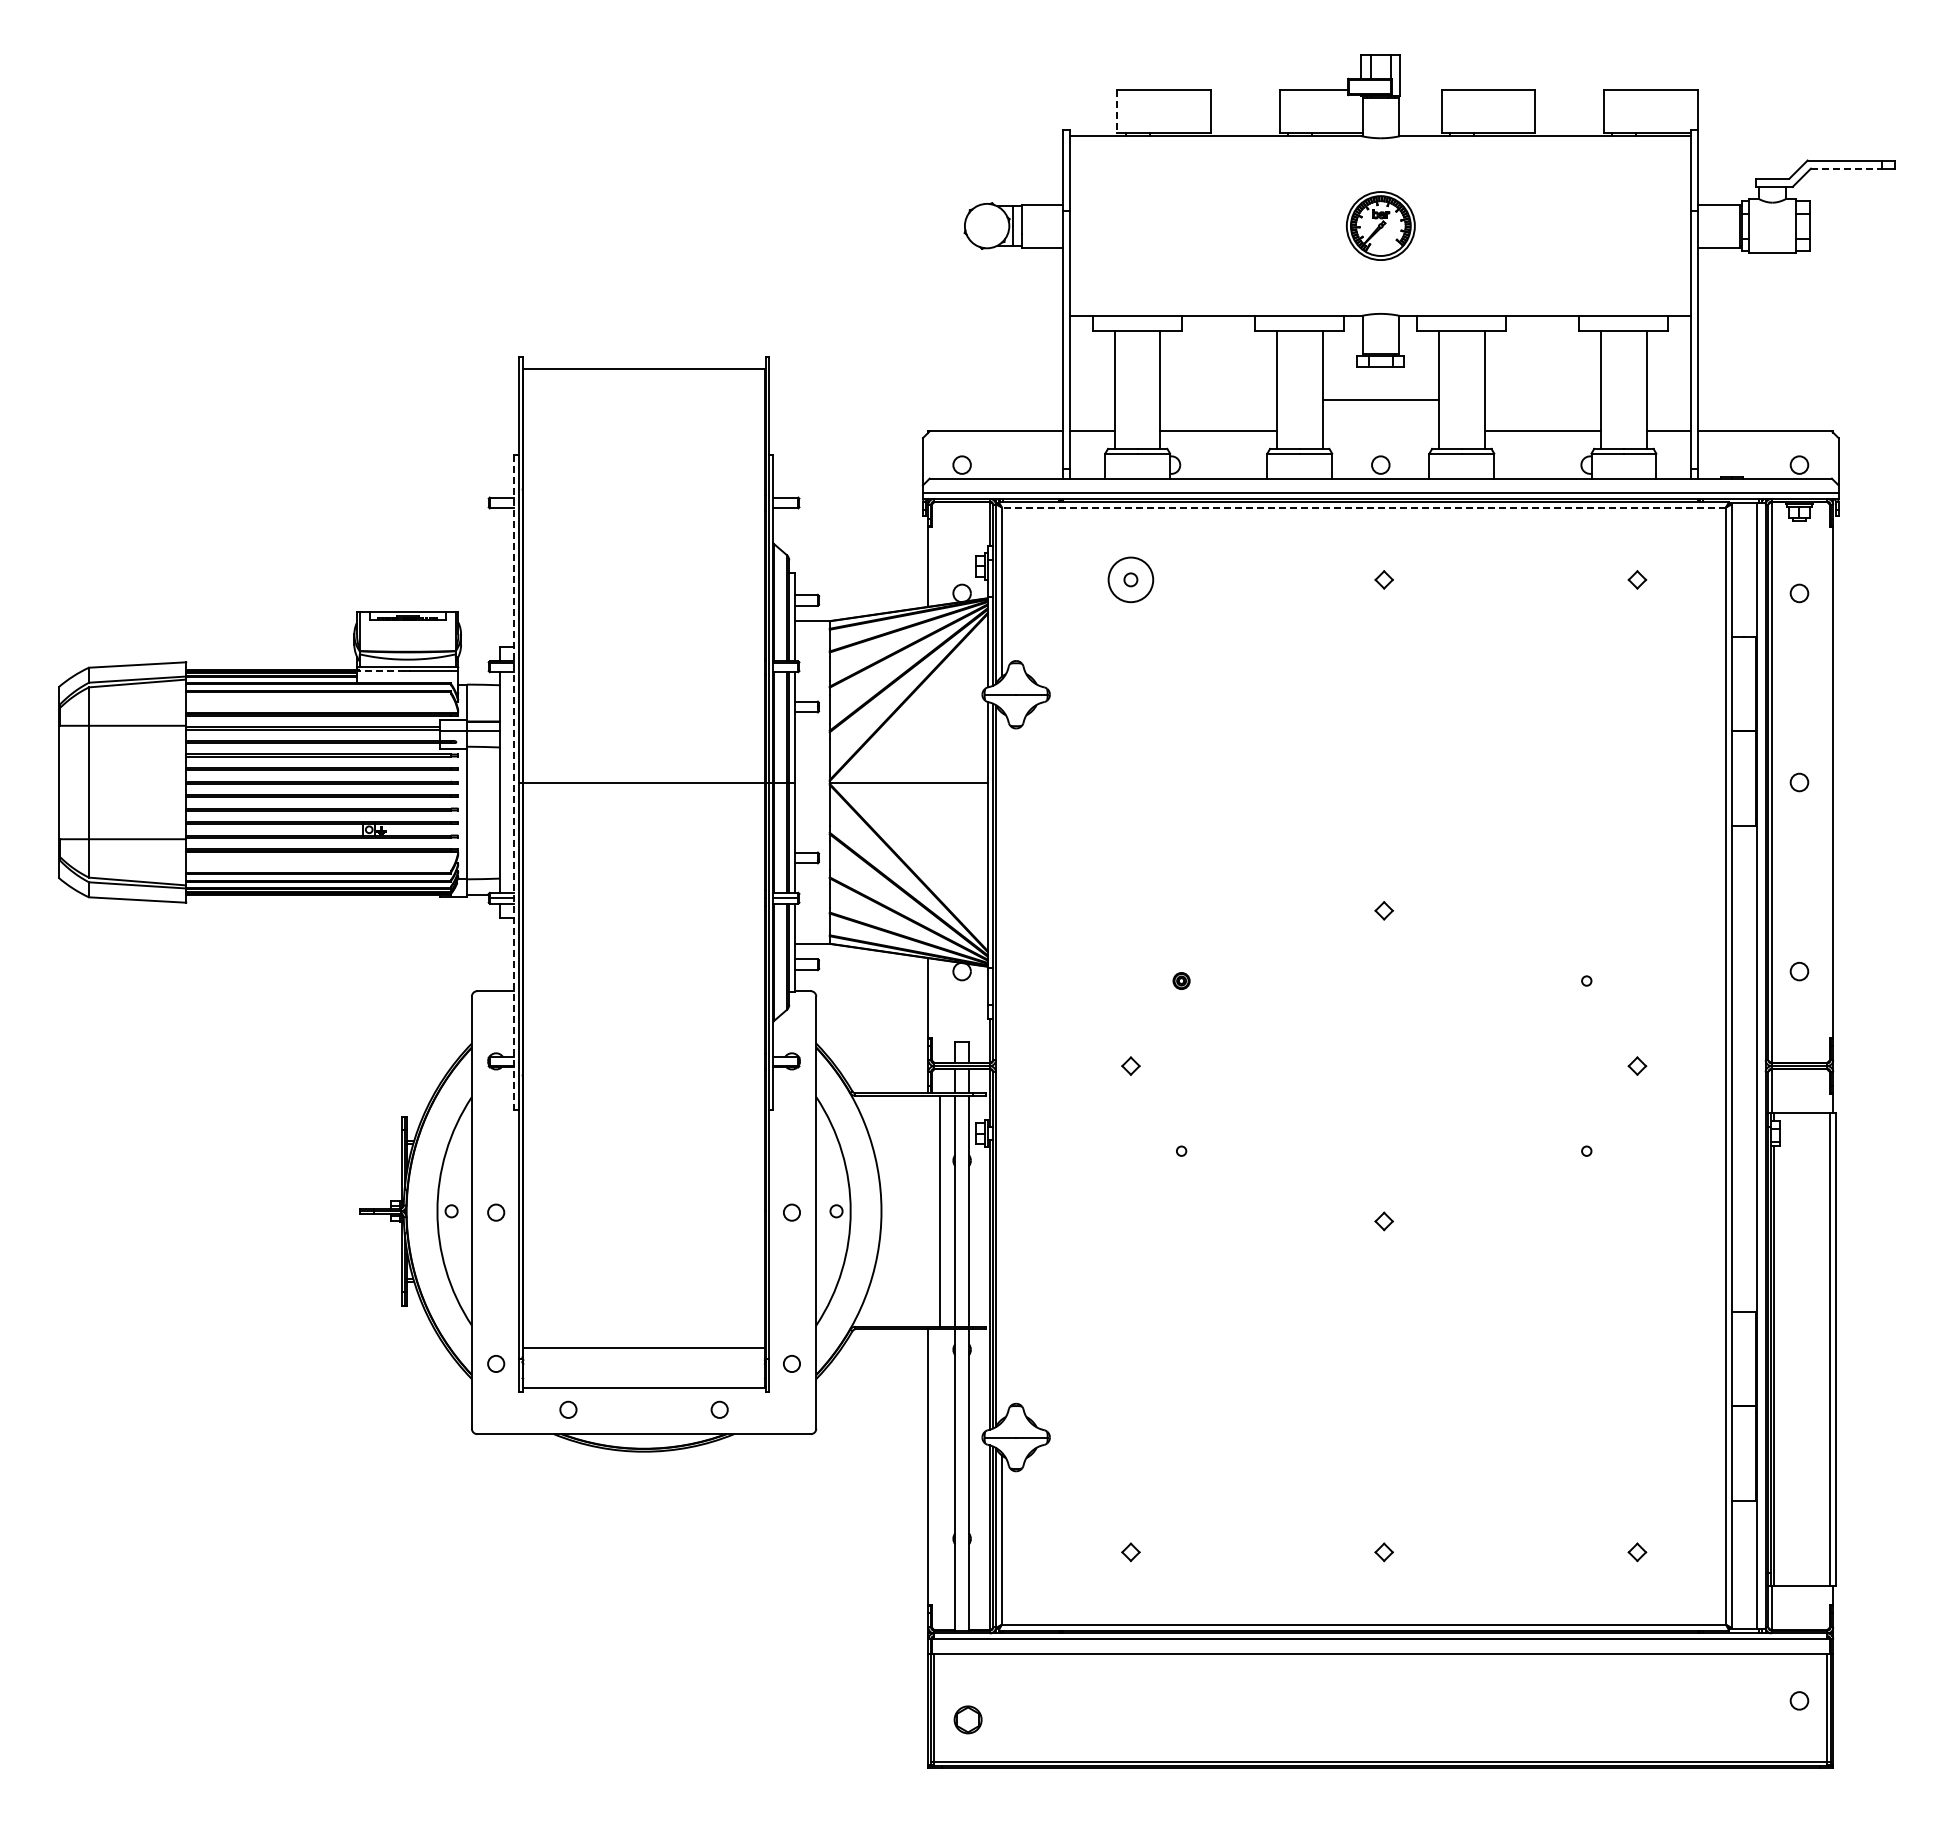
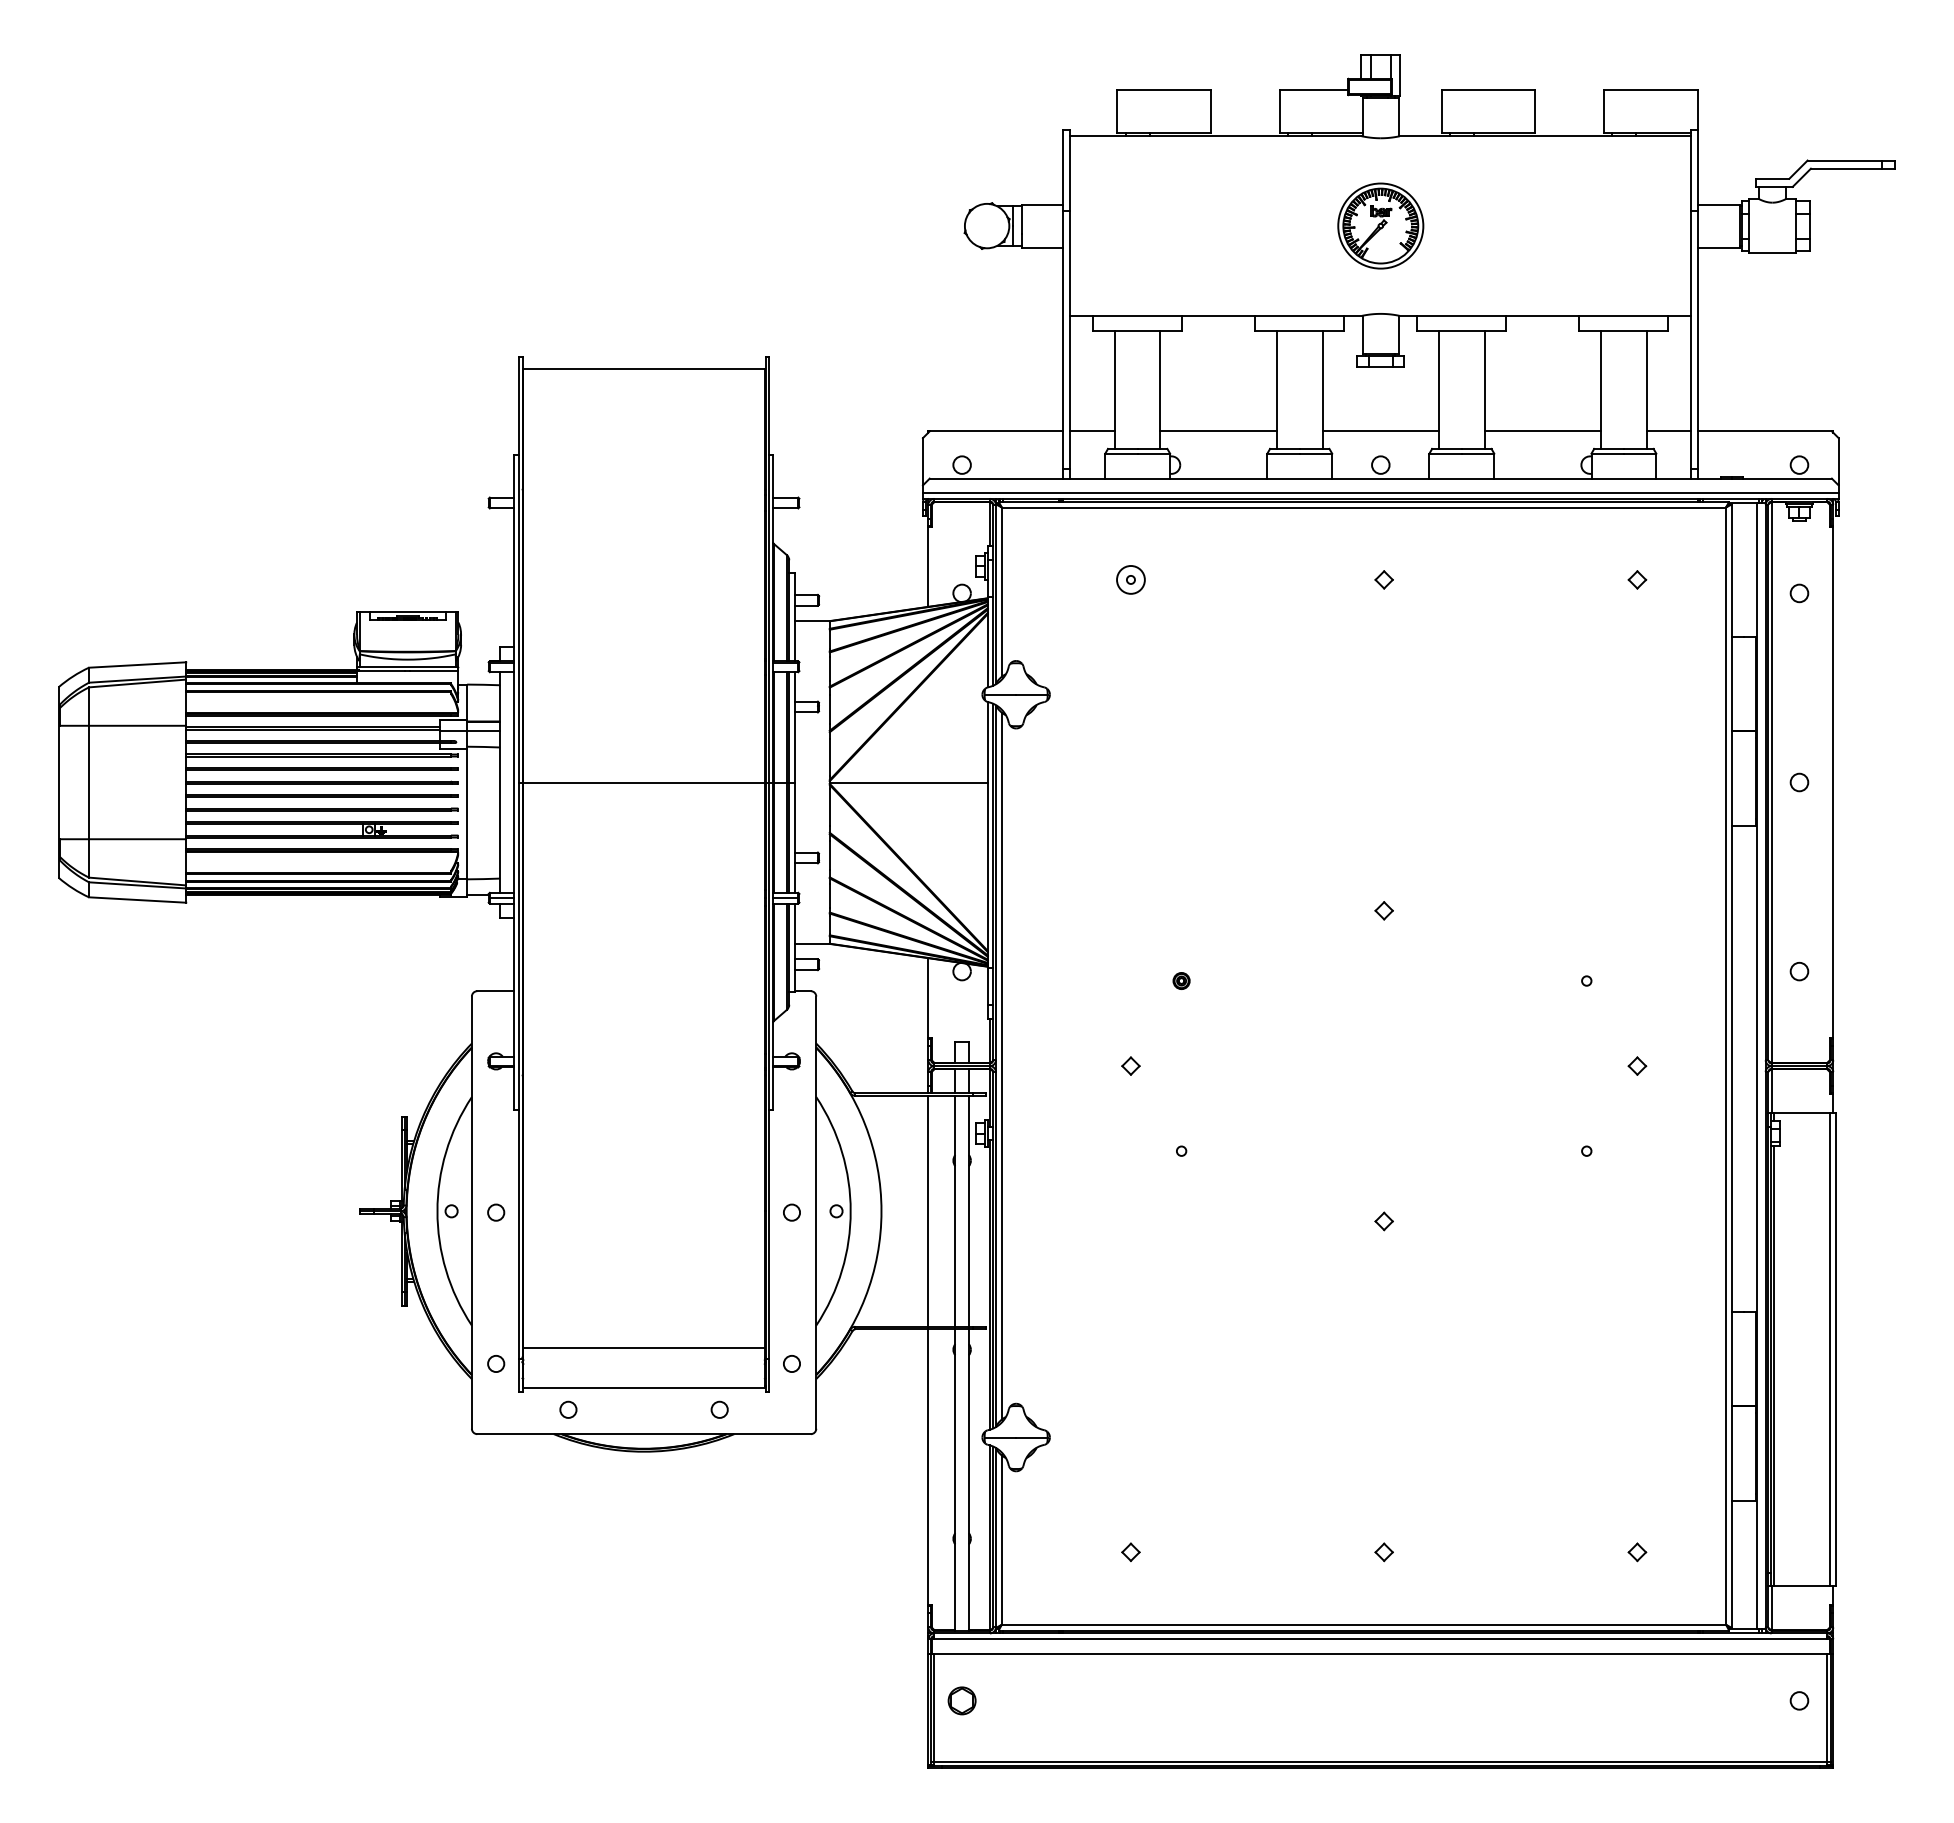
line at (1117, 111): dashed -> solid
line at (1846, 168): dashed -> solid
part at (1380, 225) size: 71x70 px -> 88x88 px
line at (1380, 400) position: (1380, 400) -> (1380, 431)
line at (1363, 507): dashed -> solid
part at (1130, 579) size: 48x48 px -> 30x30 px
line at (381, 671): dashed -> solid
line at (513, 782): dashed -> solid
line at (1001, 1065): none -> present
line at (940, 1210) position: (940, 1210) -> (928, 1210)
part at (967, 1719) position: (967, 1719) -> (961, 1700)
